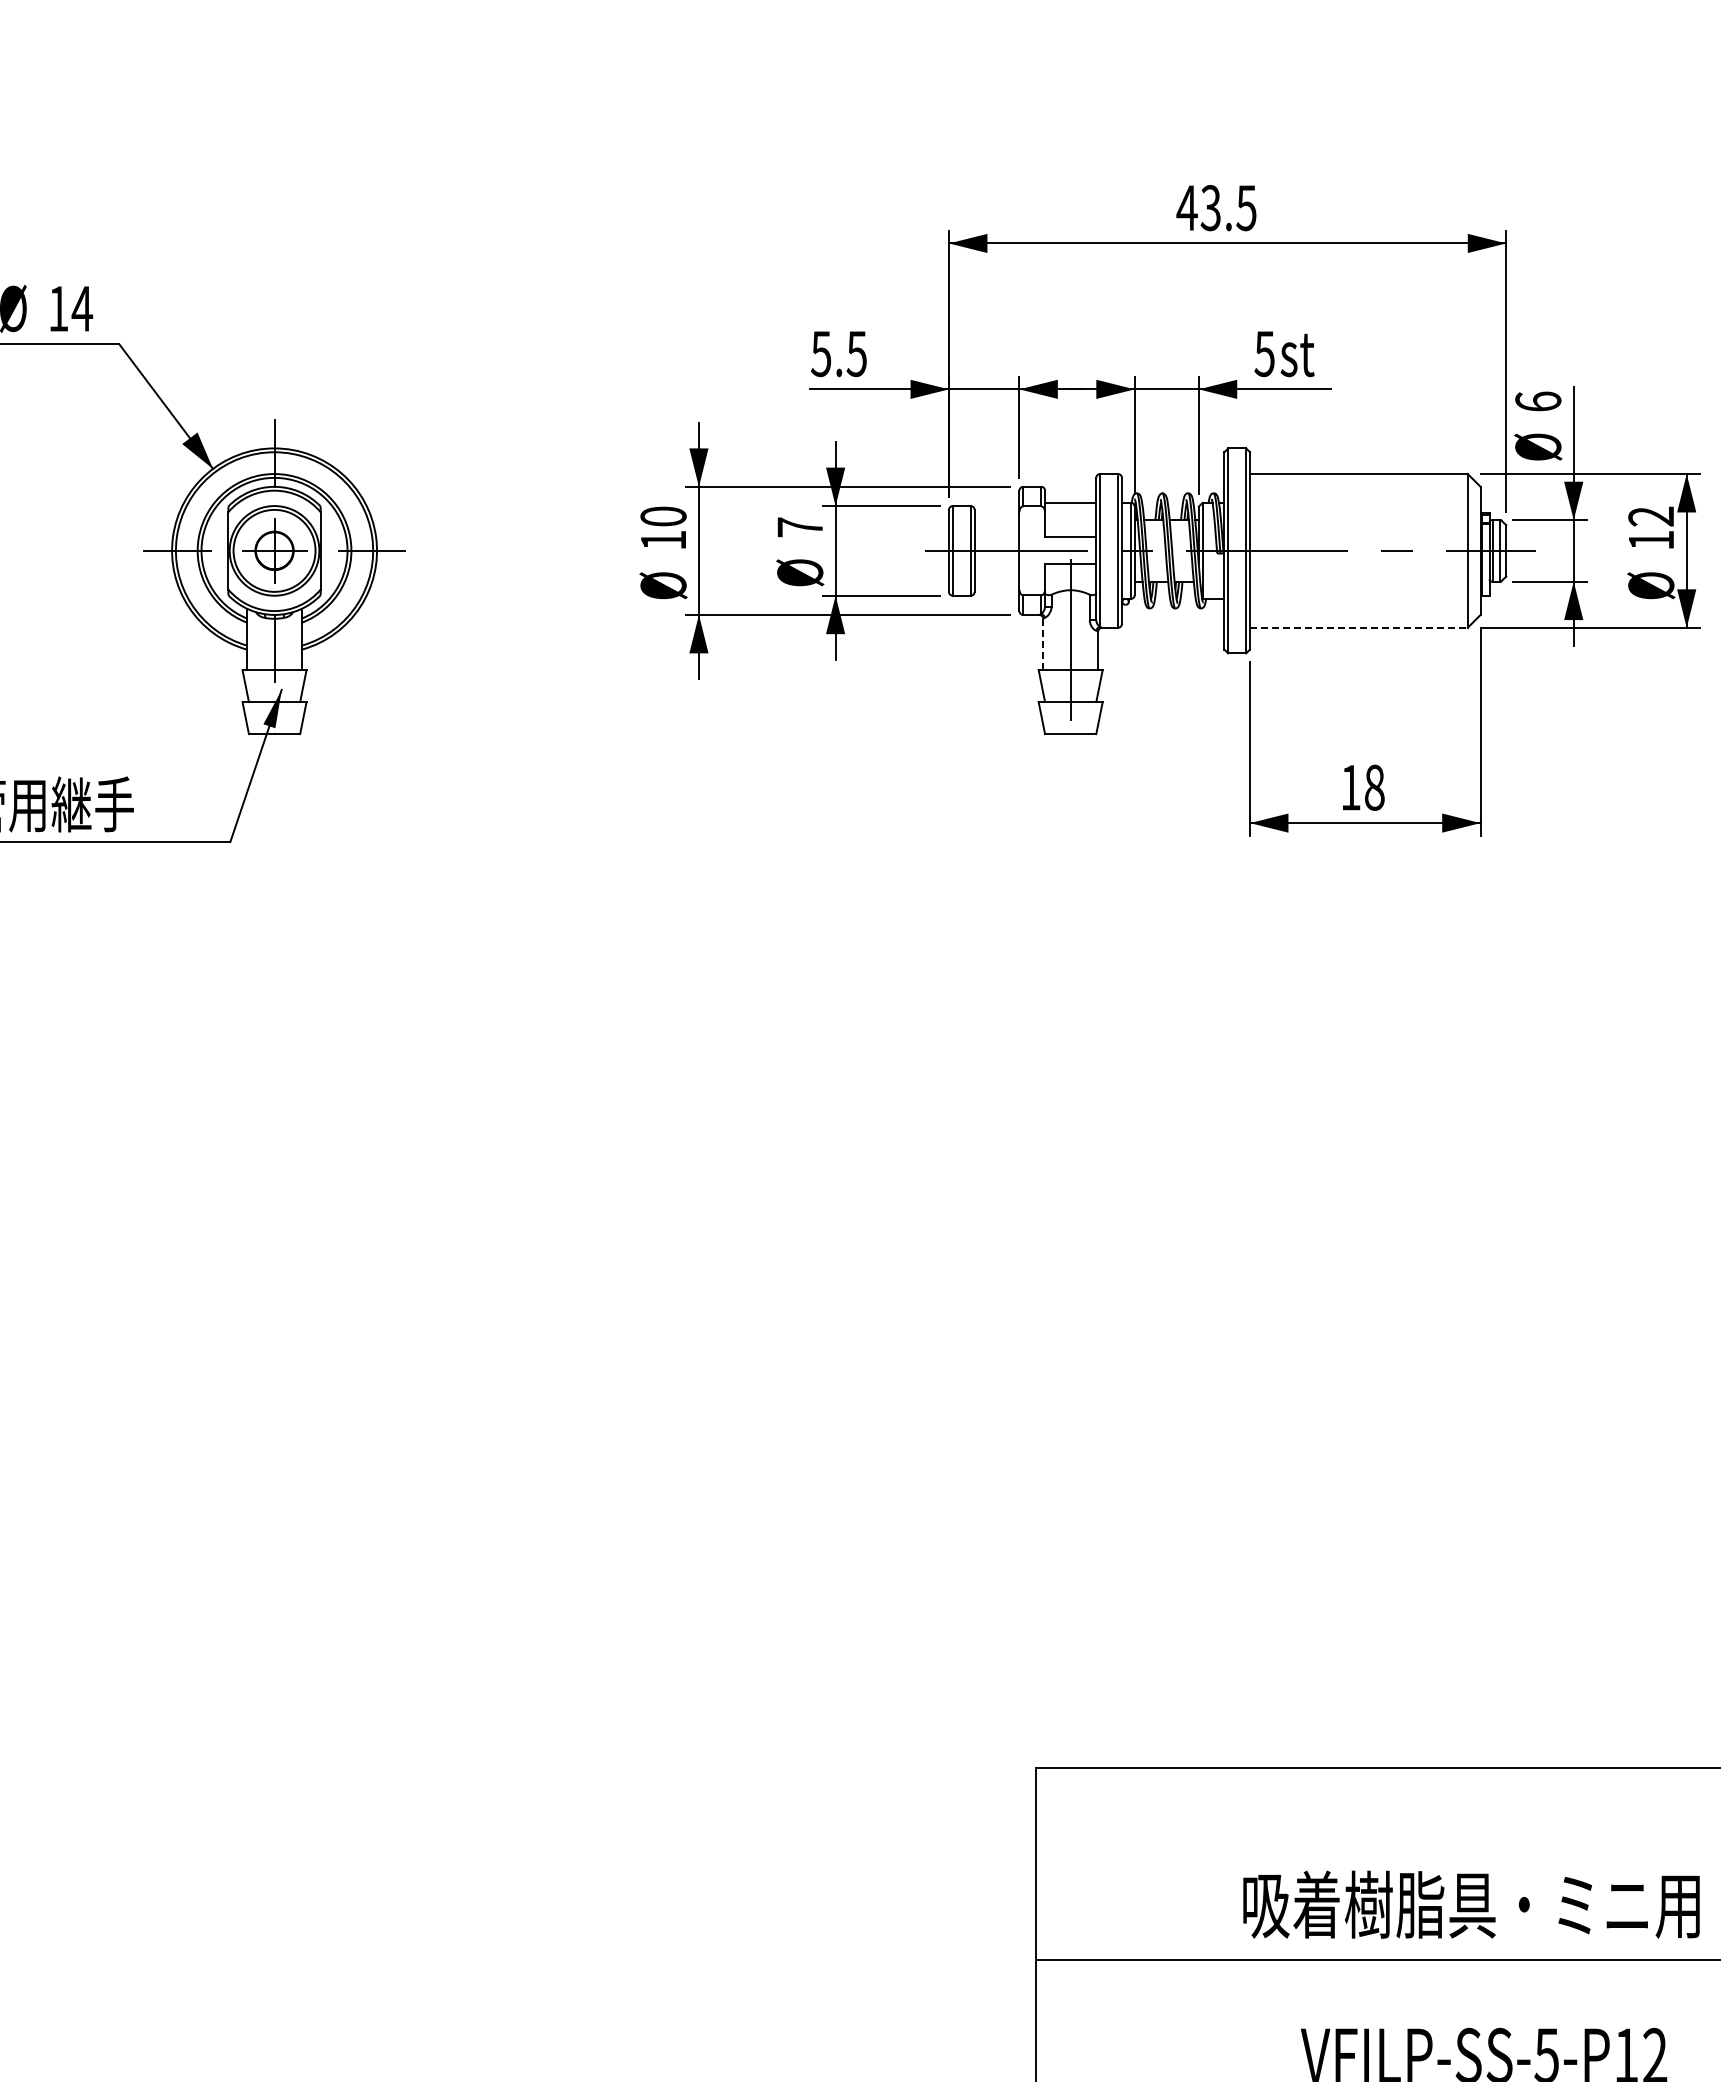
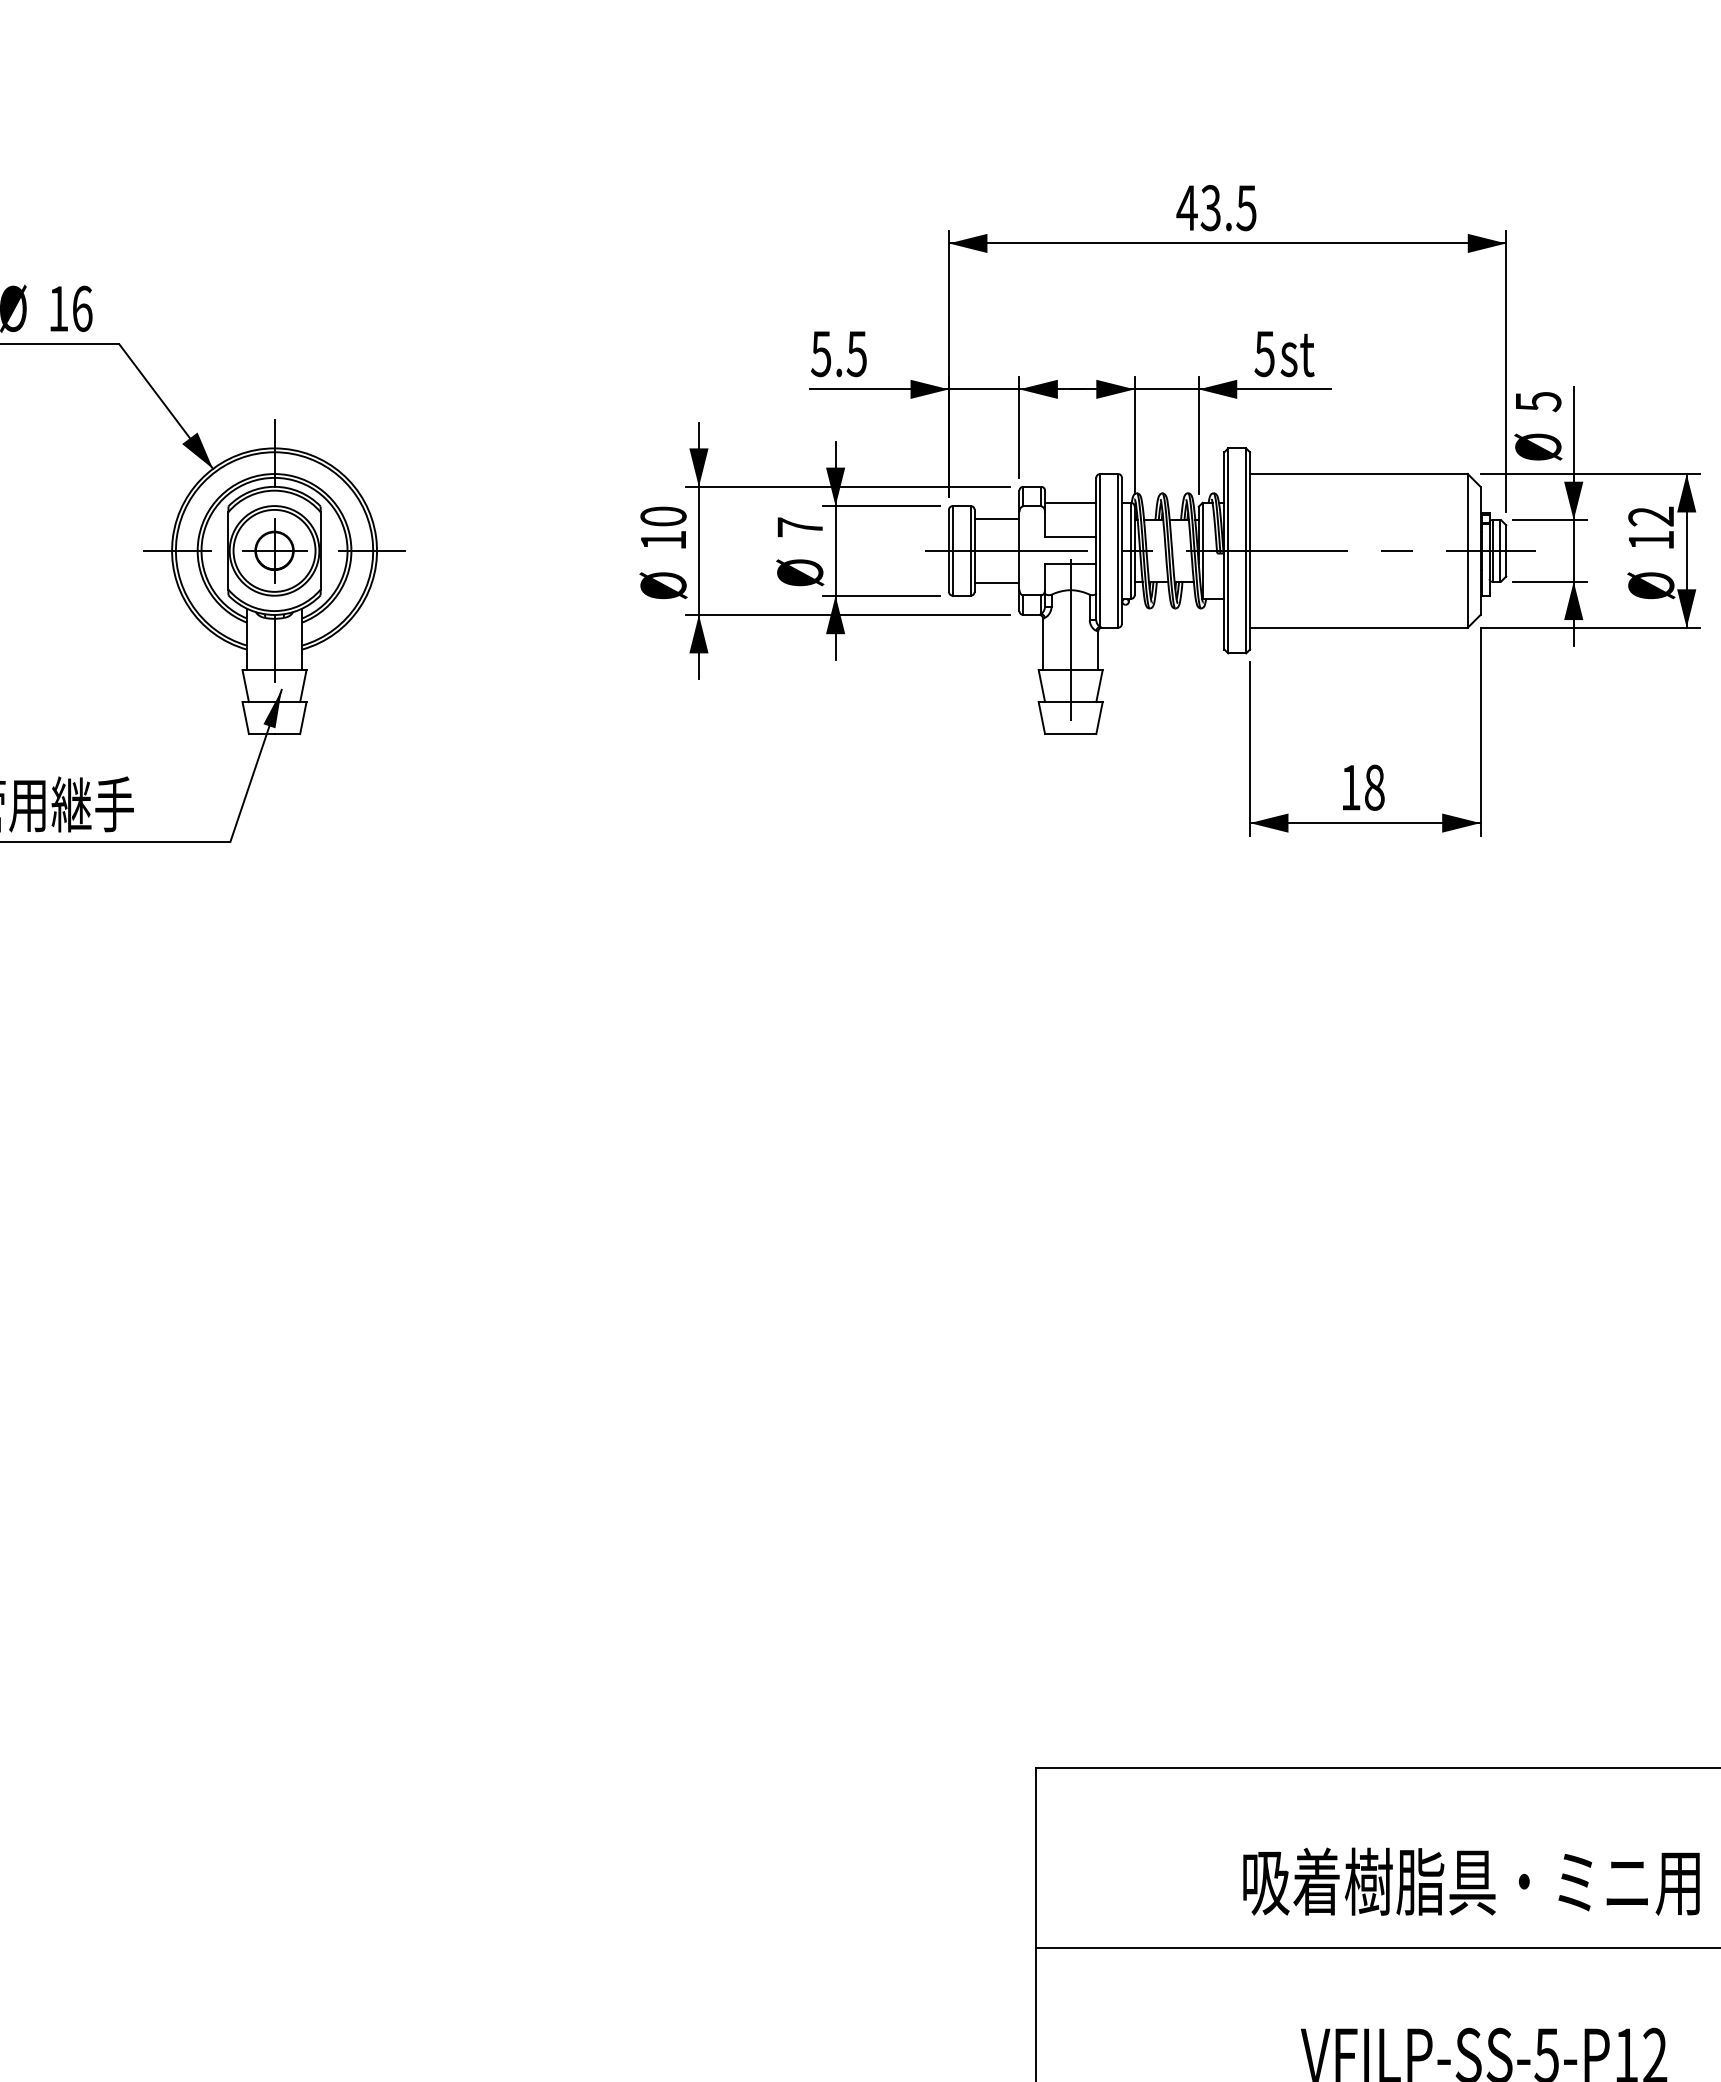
text at (82, 308): 14 -> 16
text at (1538, 401): 6 -> 5
line at (996, 518): none -> present
line at (996, 582): none -> present
line at (1358, 627): dashed -> solid
line at (1043, 644): dashed -> solid
text at (1471, 1904) position: (1471, 1904) -> (1471, 1881)
line at (1376, 1959) position: (1376, 1959) -> (1376, 1947)
